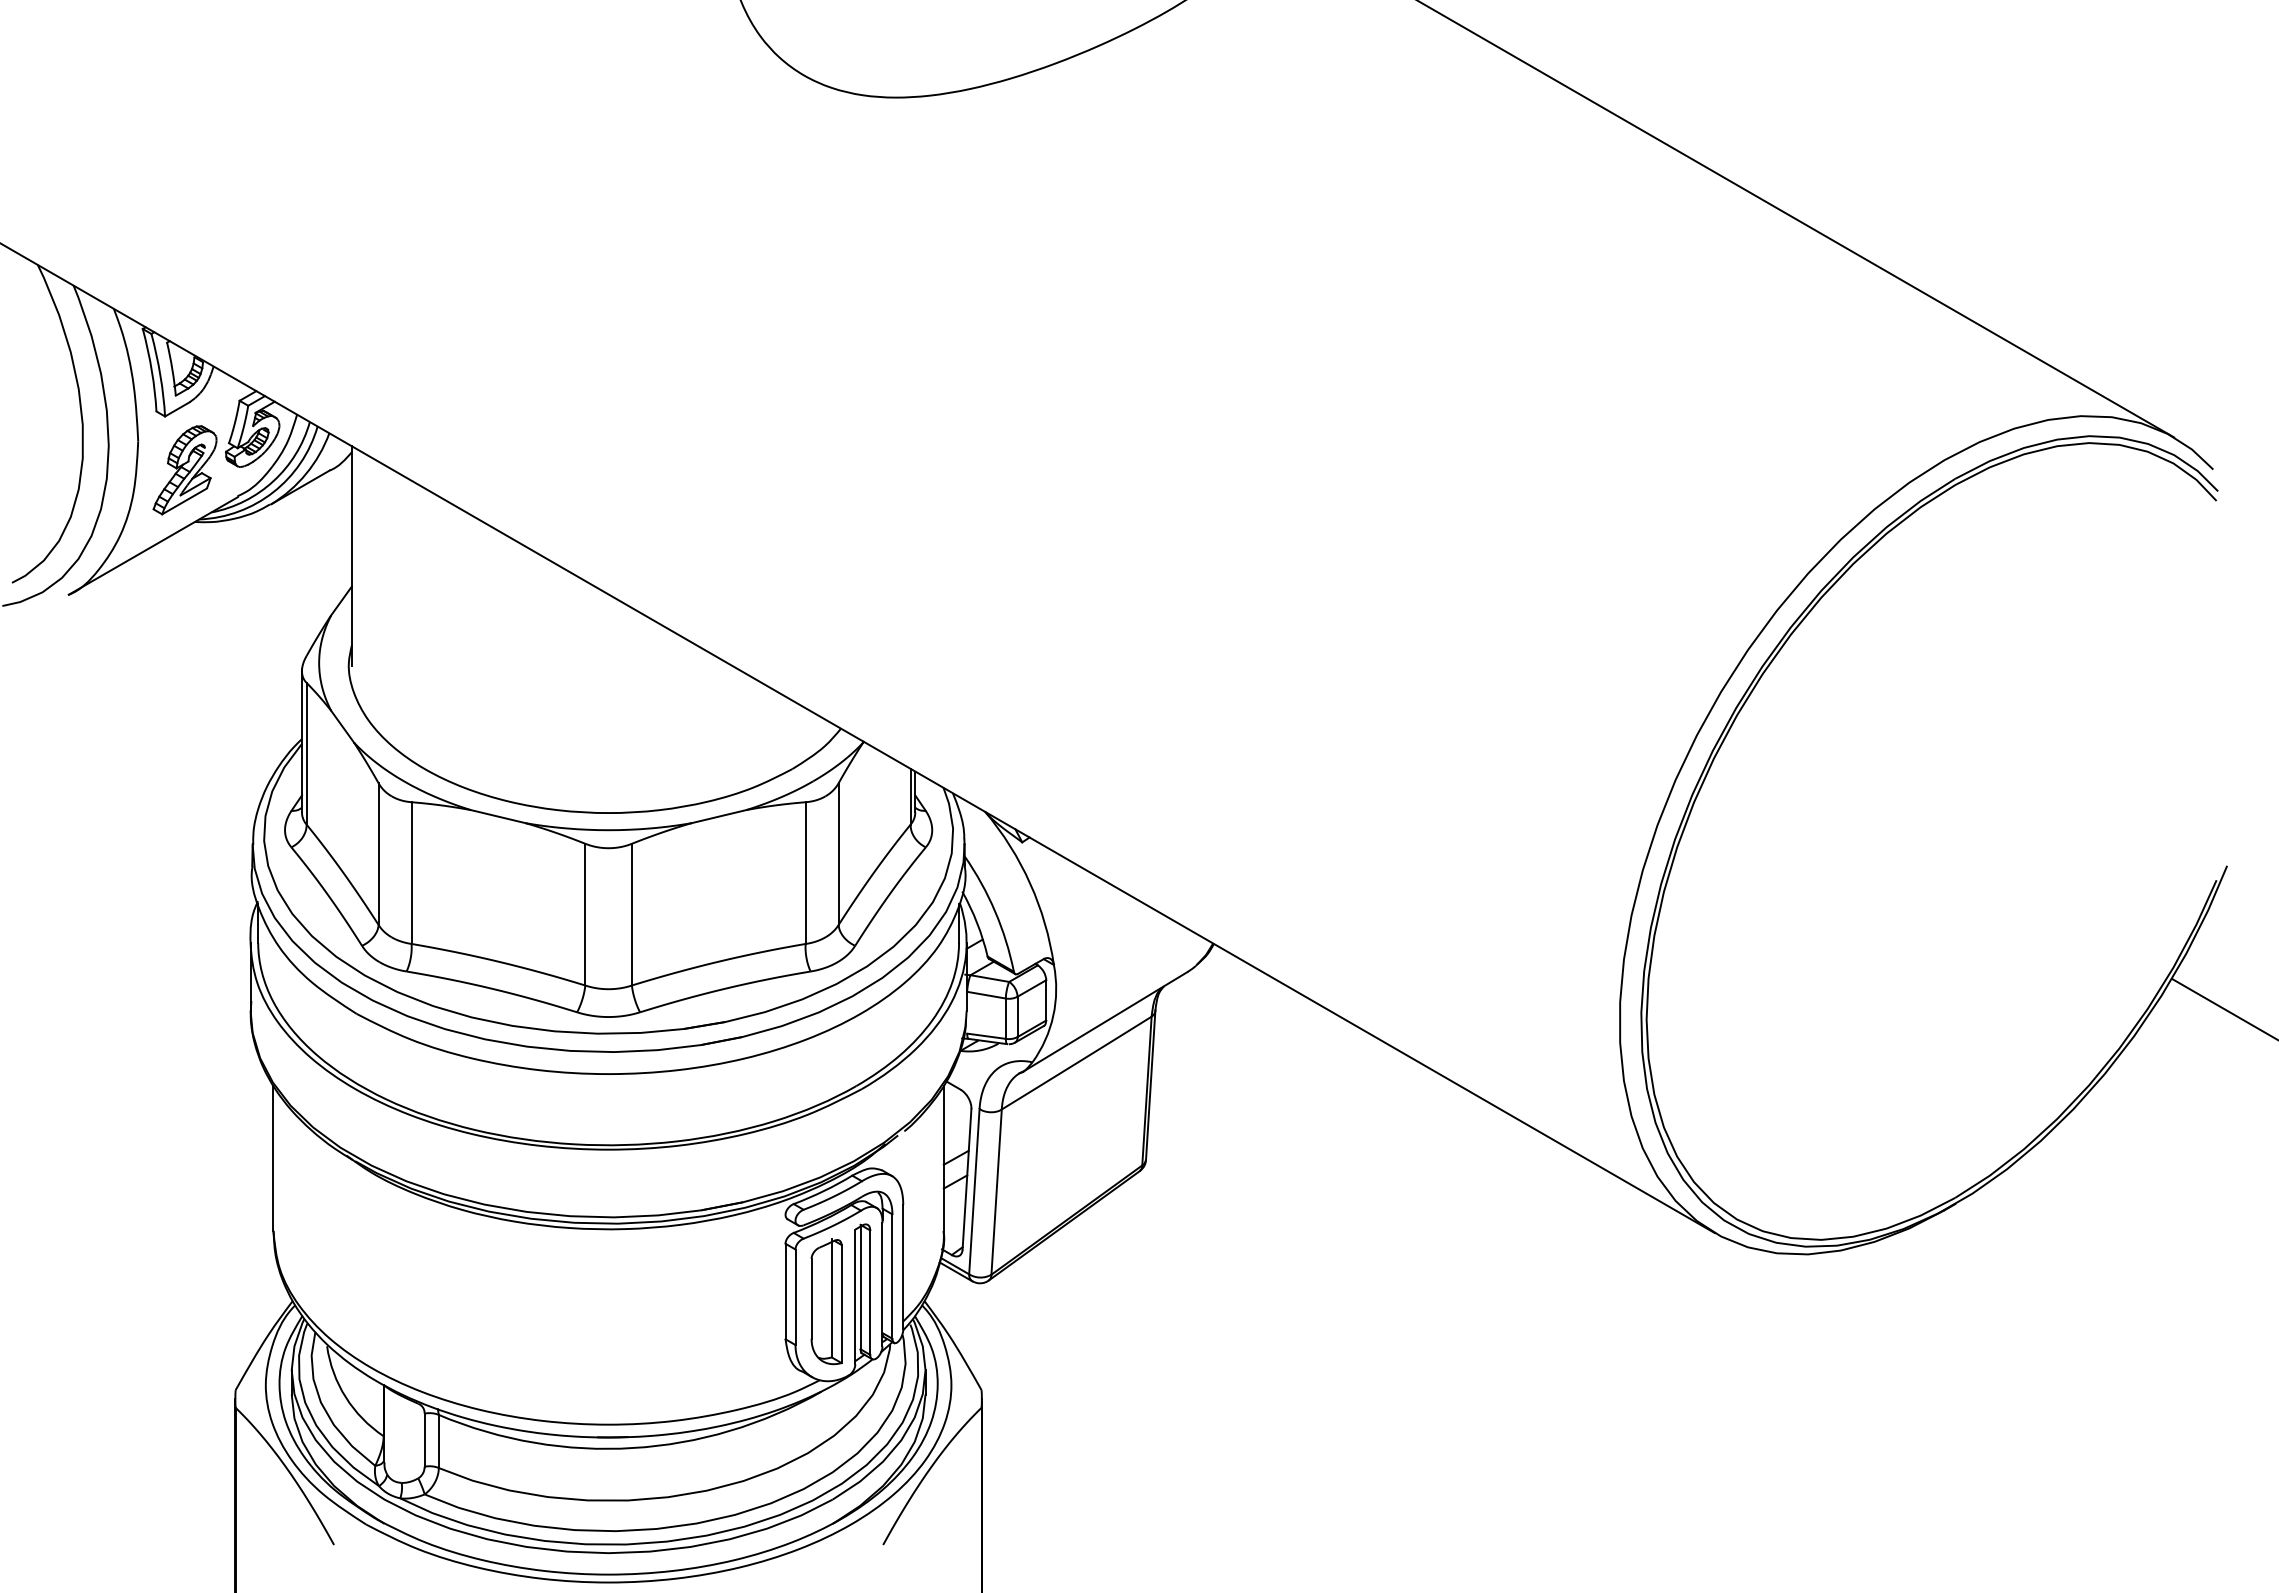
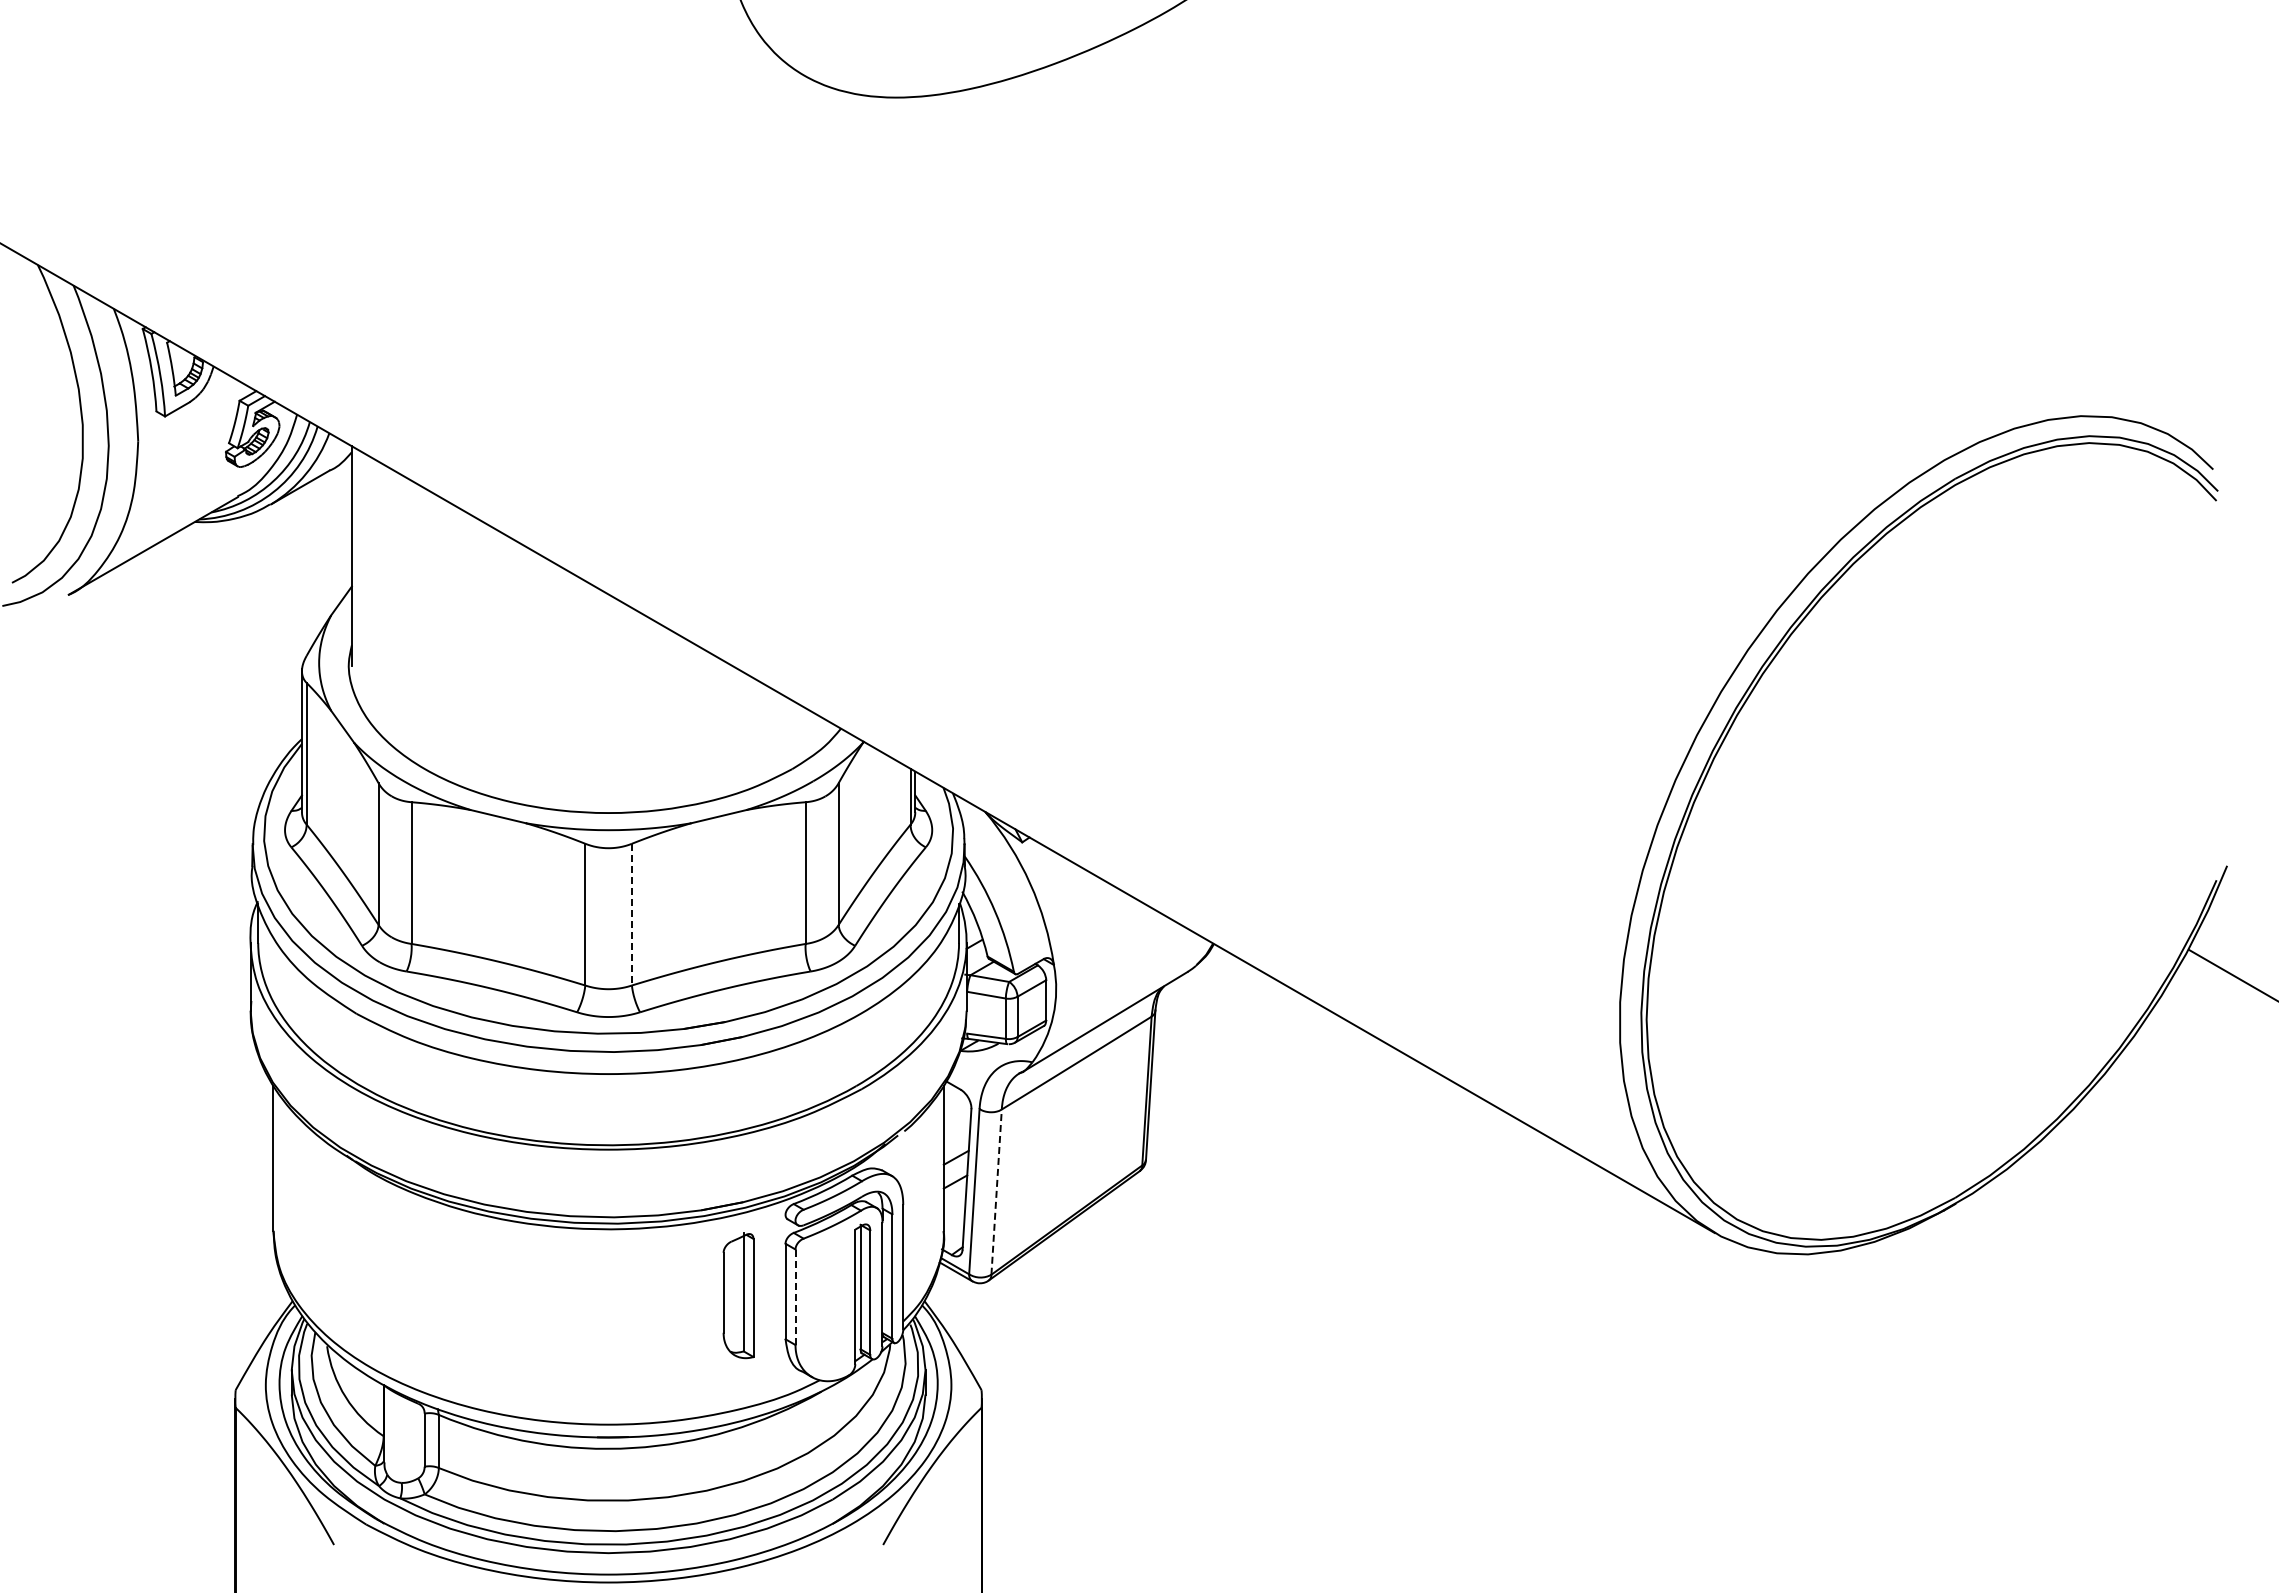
line at (1797, 219): present -> none
part at (184, 470): present -> none
line at (631, 914): solid -> dashed
line at (2223, 1008) position: (2223, 1008) -> (2231, 974)
line at (996, 1192): solid -> dashed
line at (795, 1297): solid -> dashed
part at (826, 1301) position: (826, 1301) -> (738, 1295)
